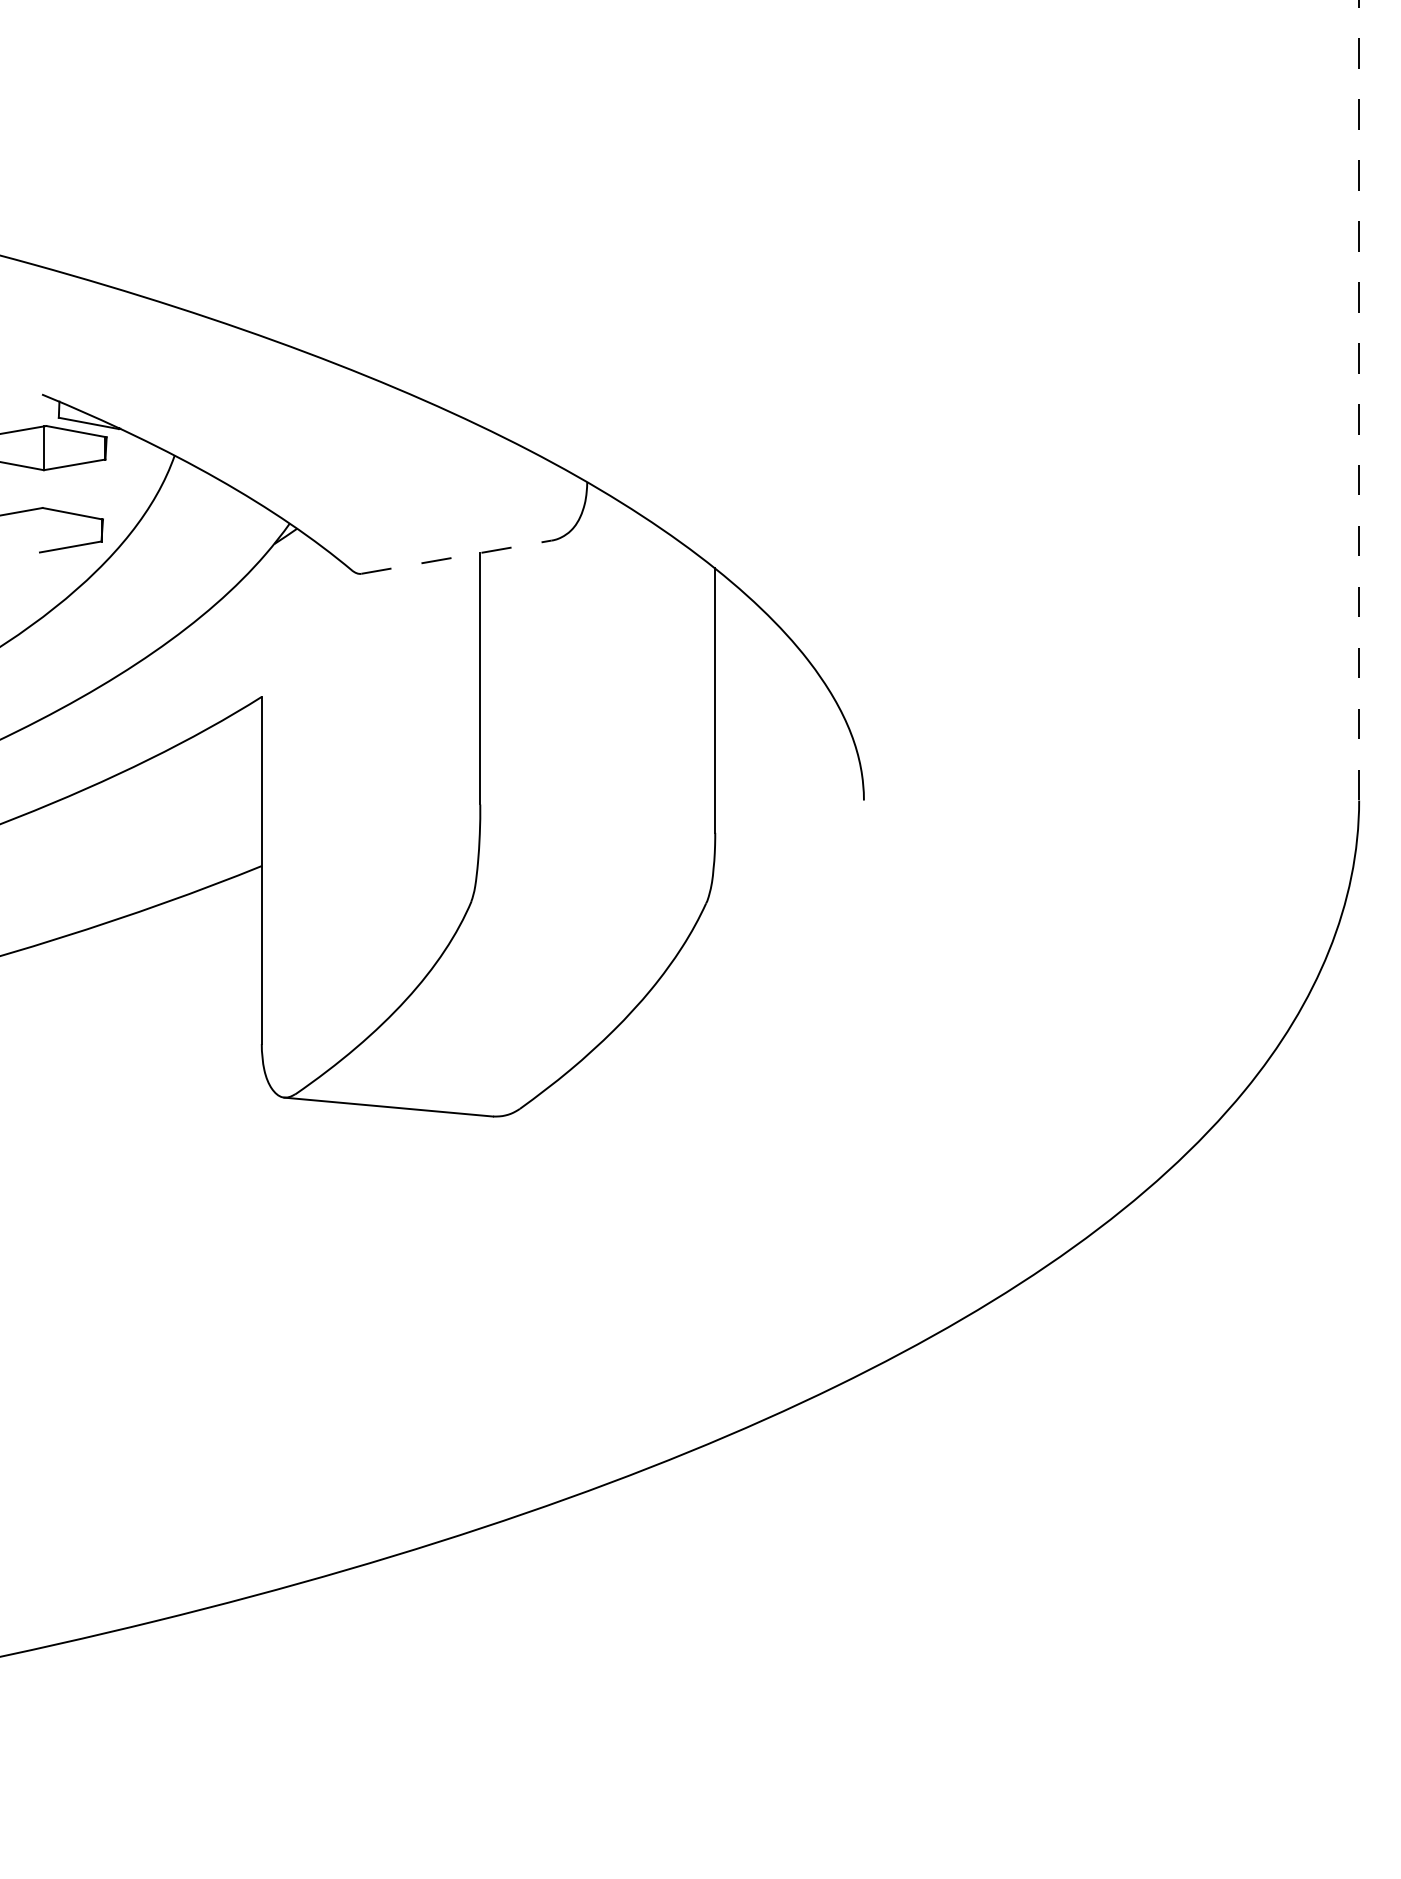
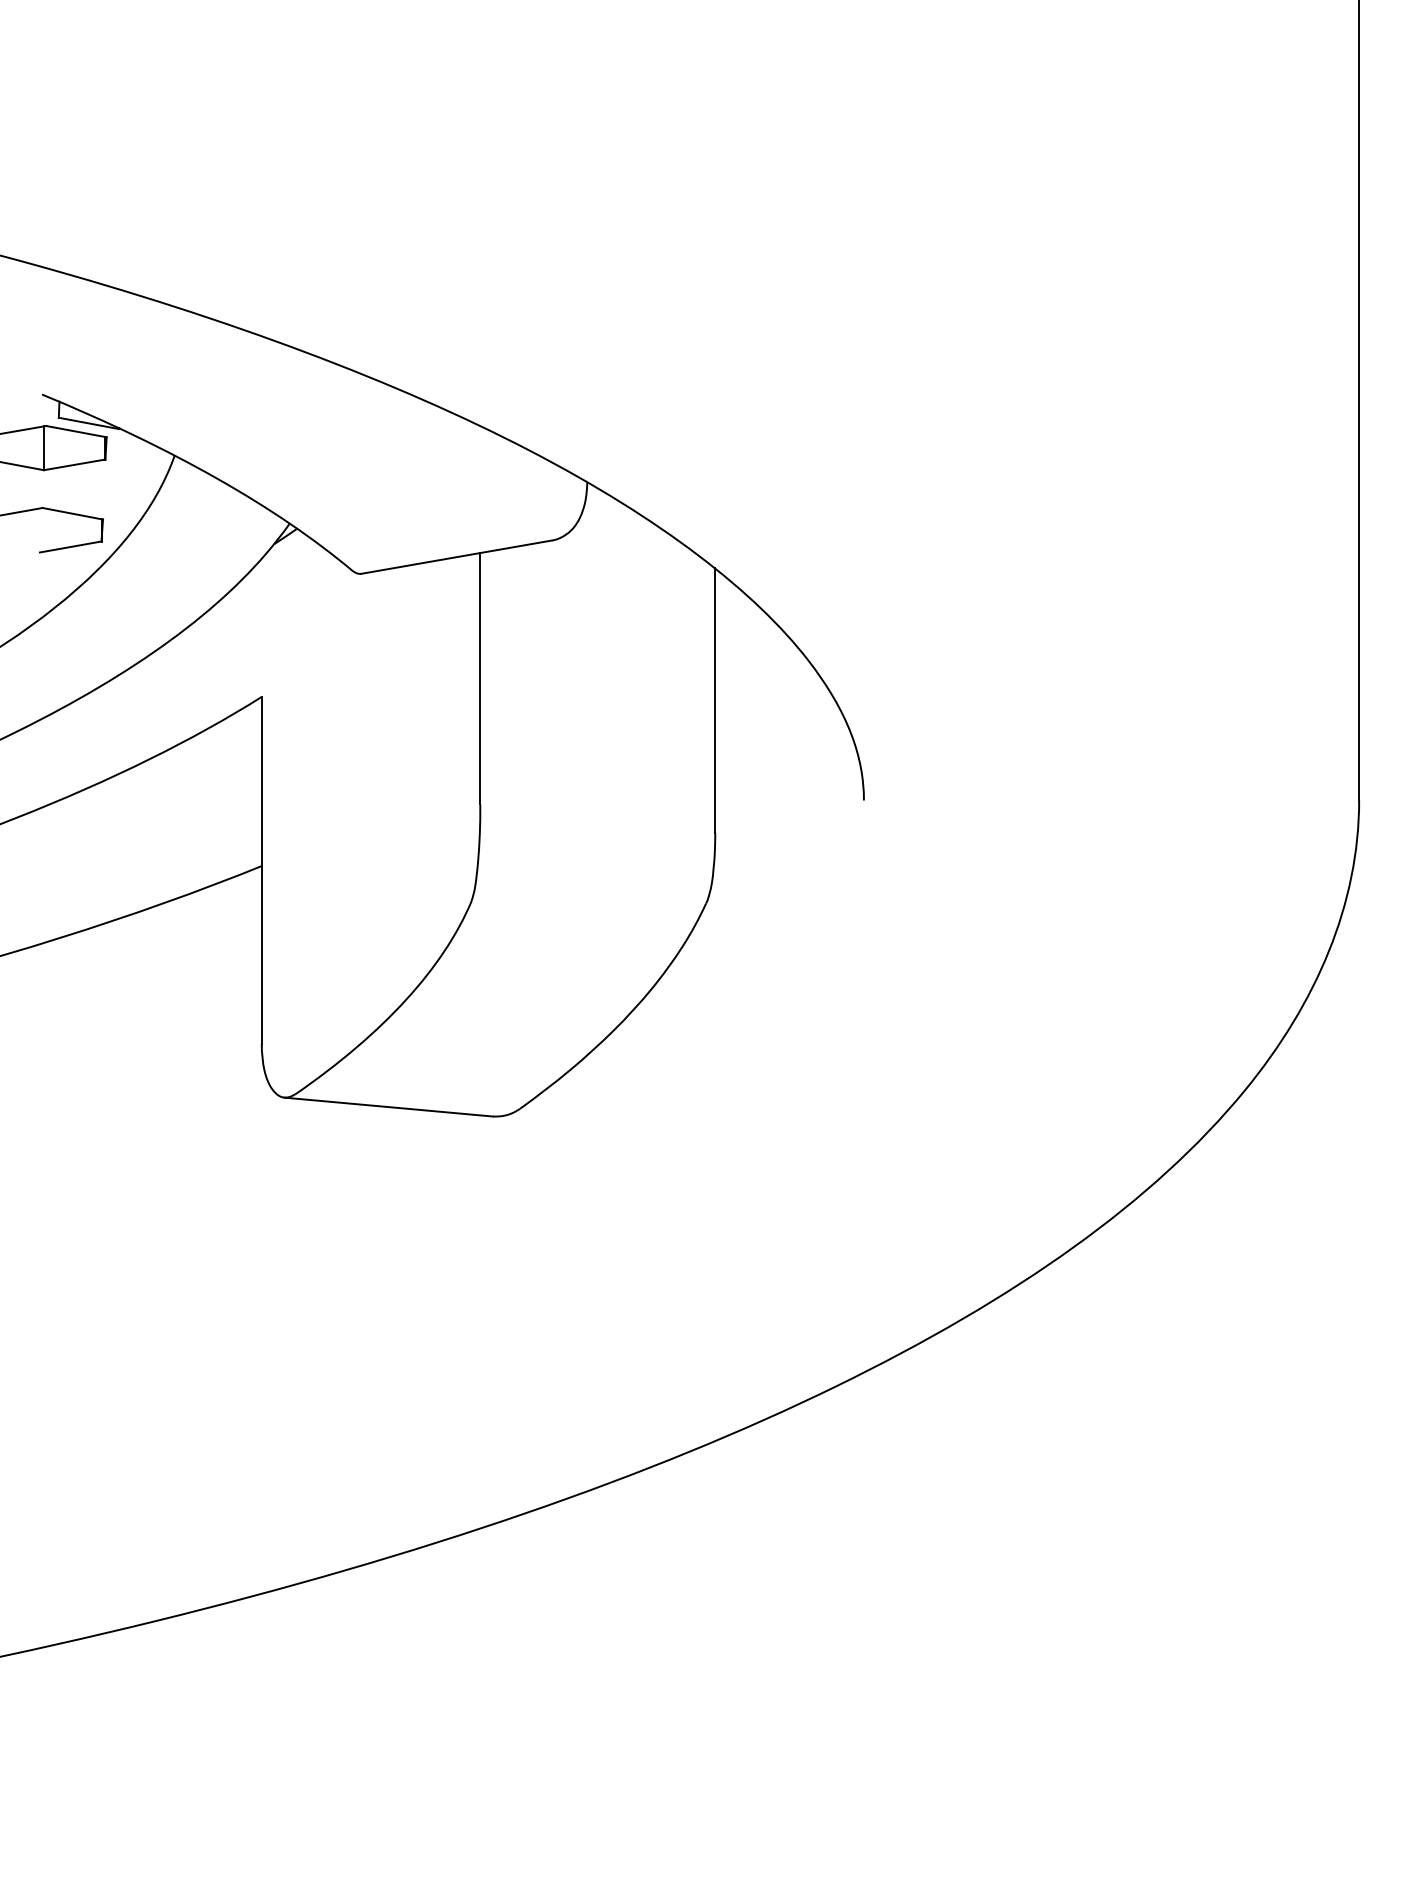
line at (1359, 400): dashed -> solid
line at (456, 557): dashed -> solid
